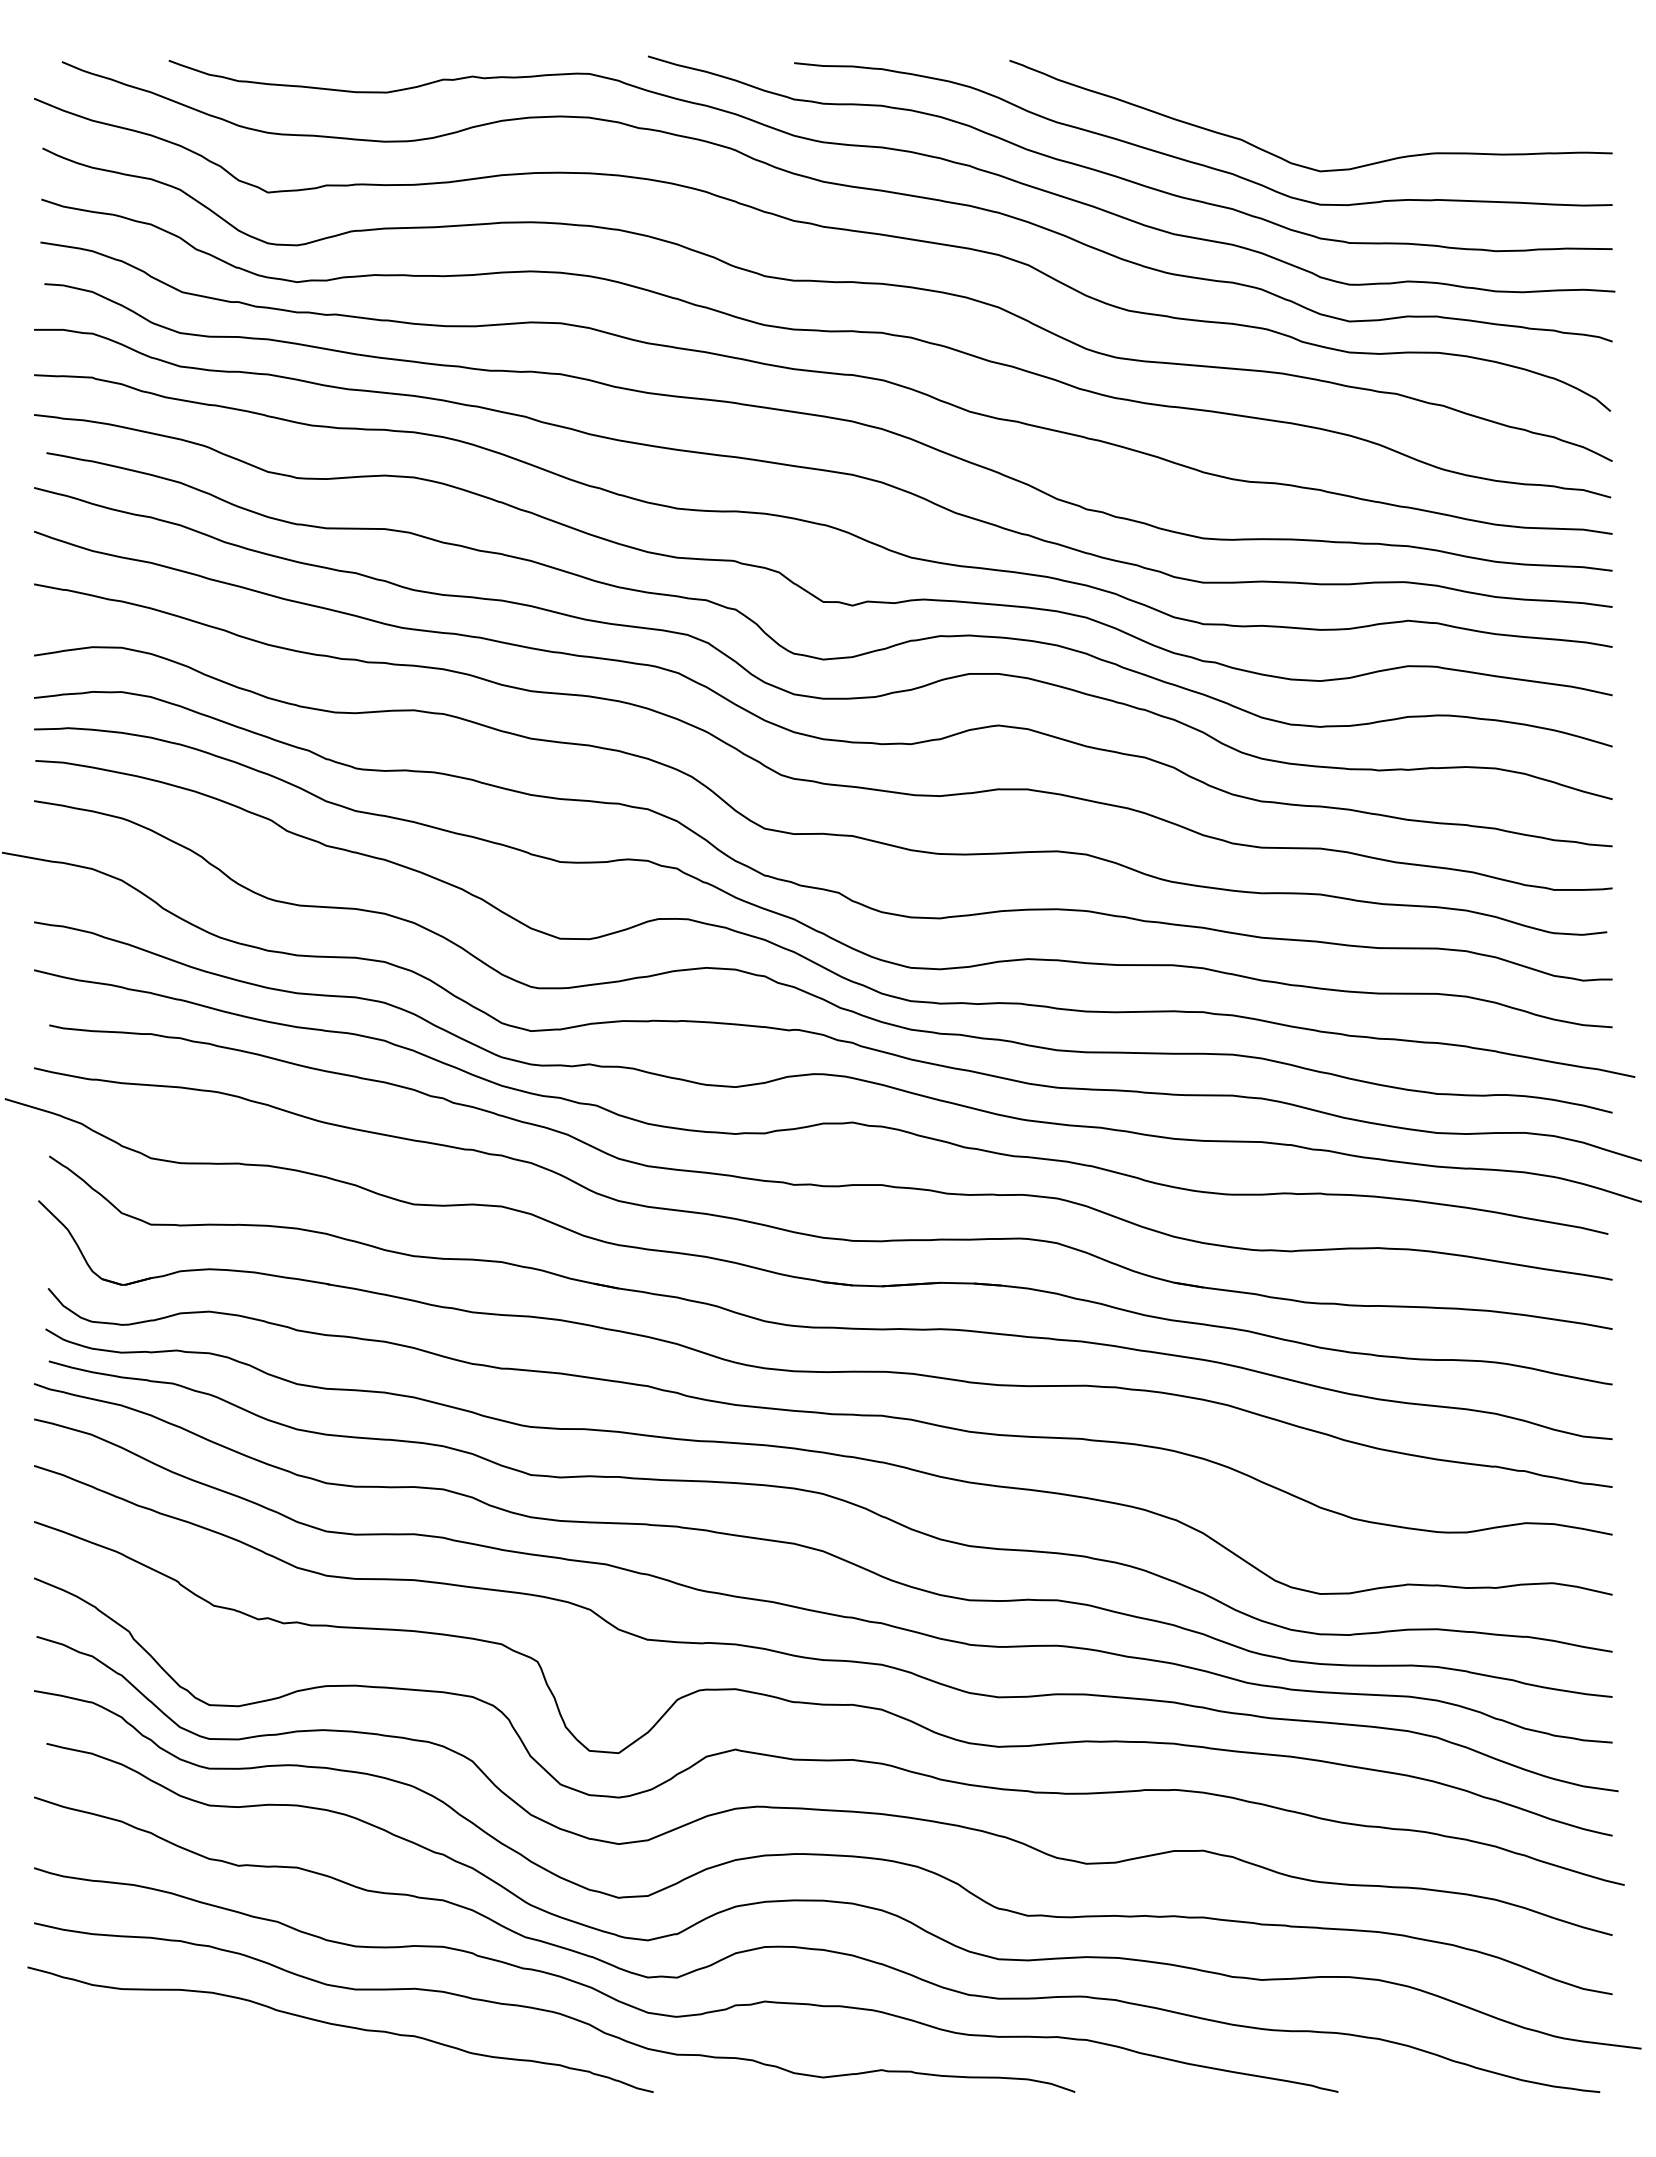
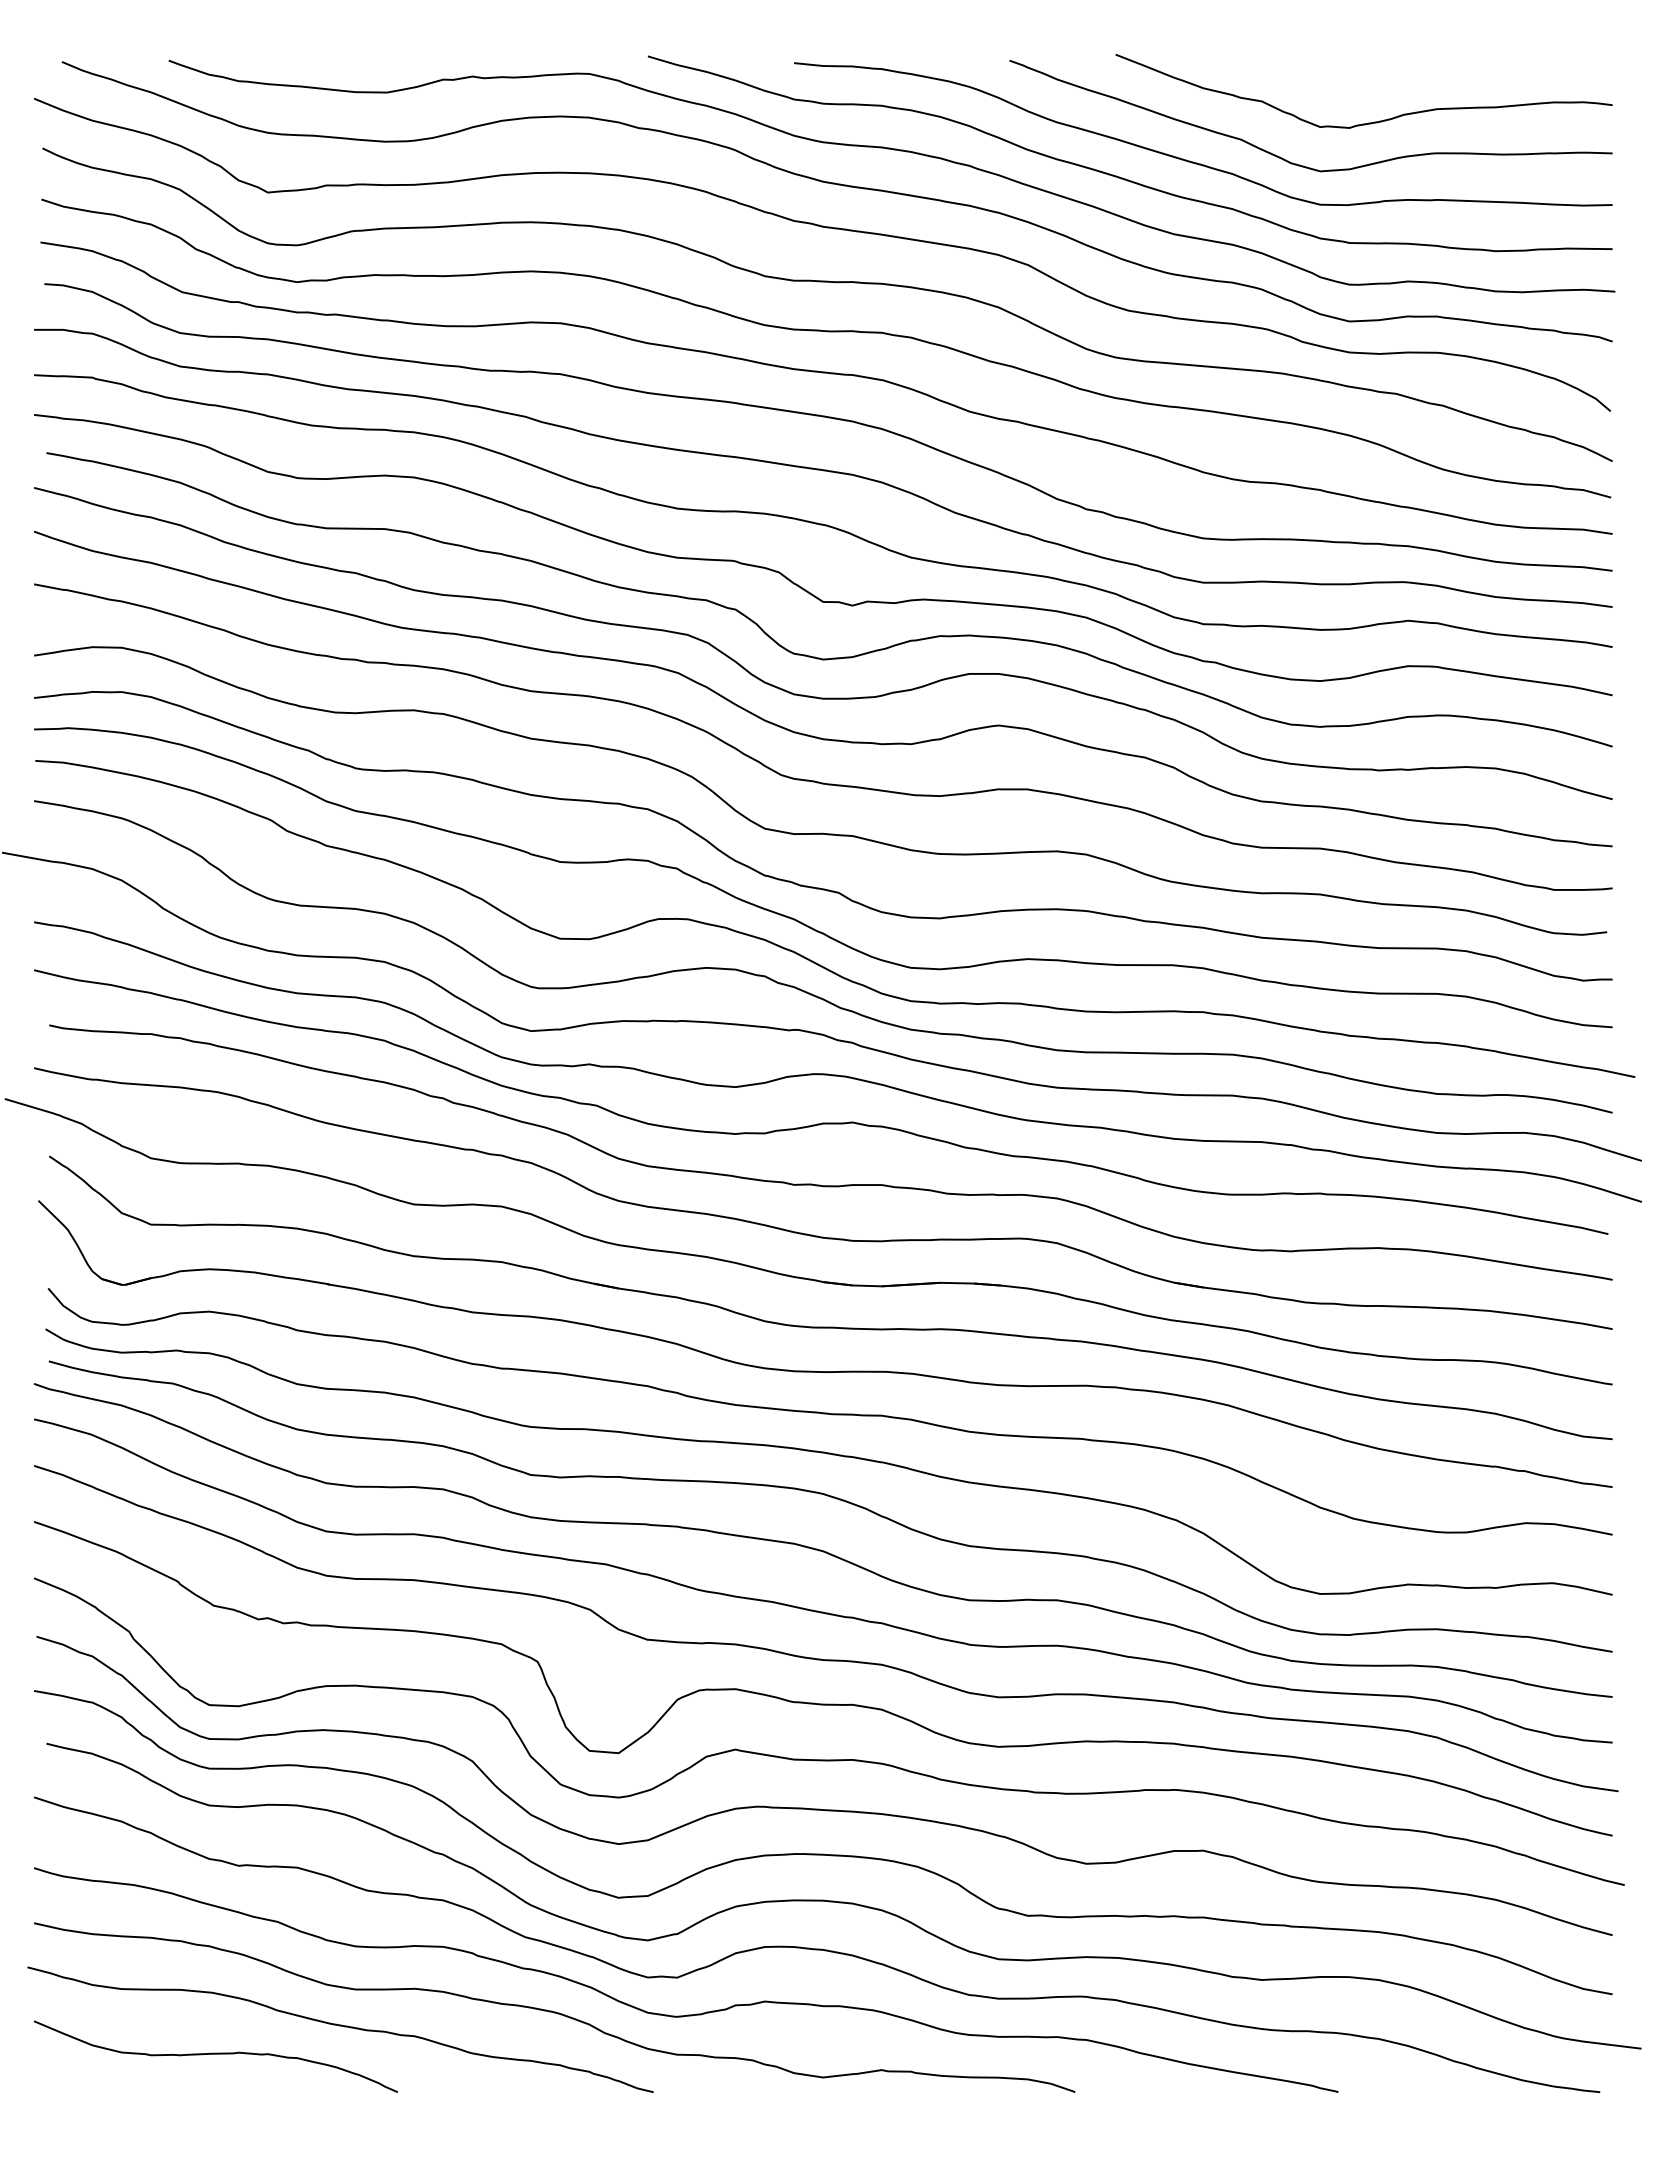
curve at (1368, 122): none -> present
curve at (215, 2054): none -> present
